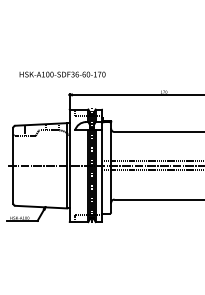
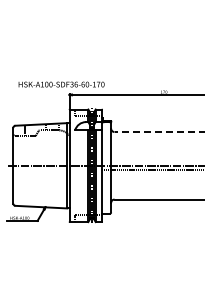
text at (62, 74) position: (62, 74) -> (61, 84)
line at (159, 132): solid -> dashed
line at (151, 161): present -> none
